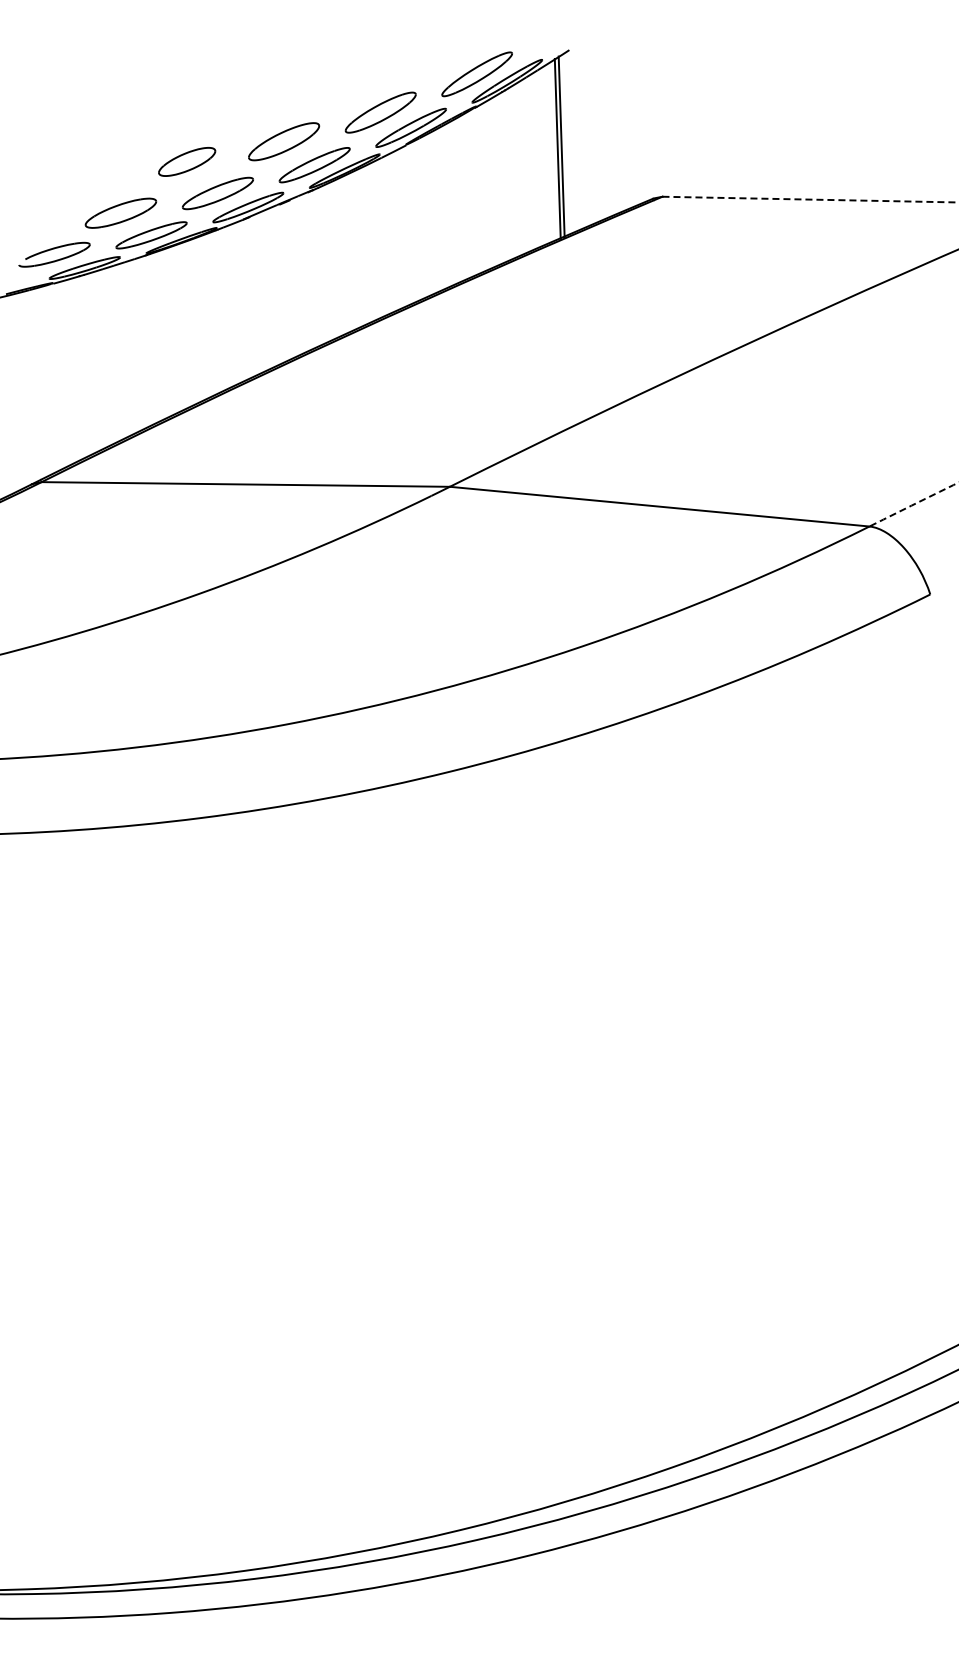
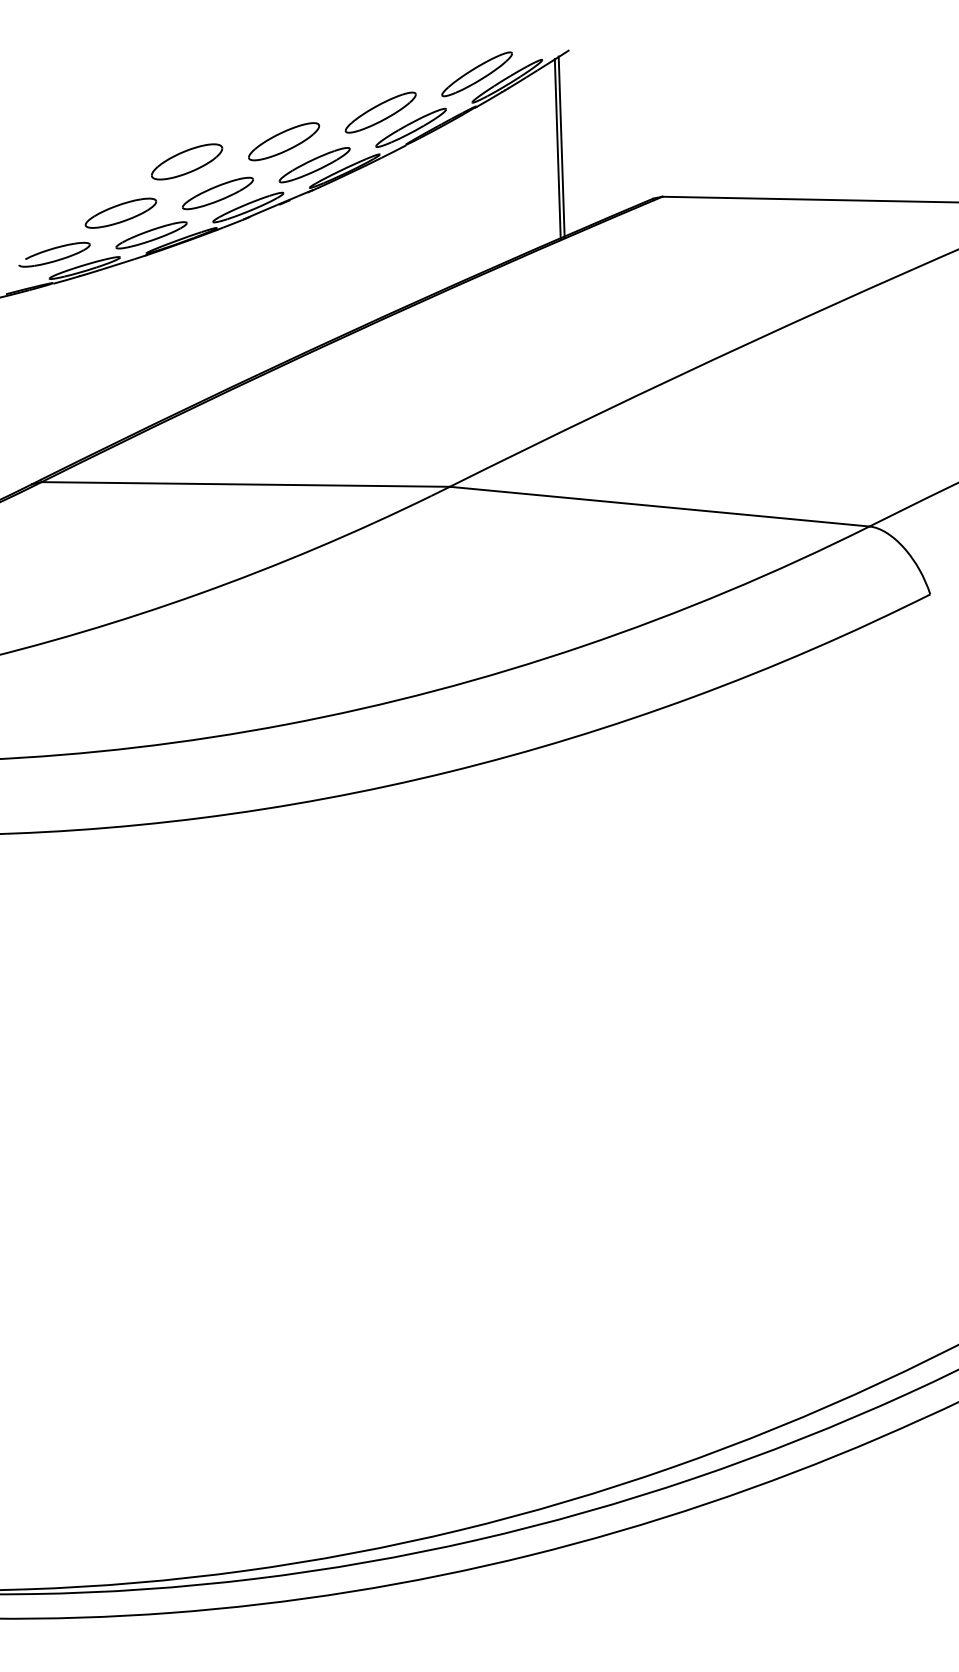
part at (187, 161) size: 59x30 px -> 73x38 px
line at (811, 199): dashed -> solid
arc at (913, 504): dashed -> solid
